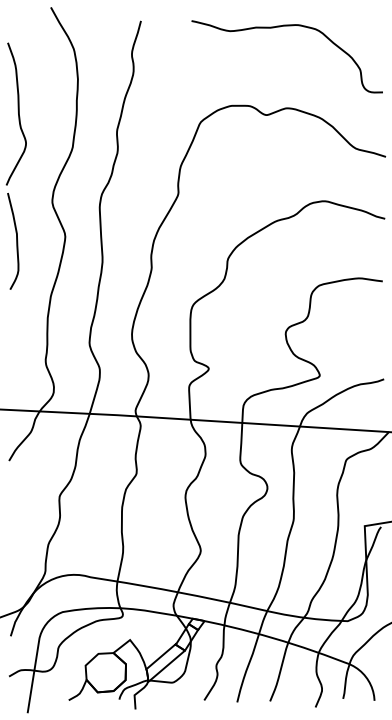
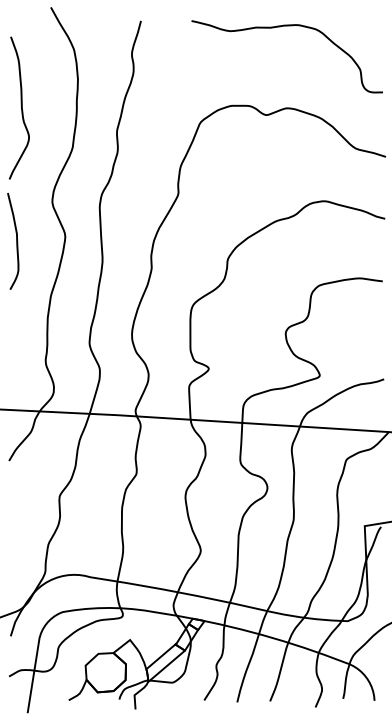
curve at (17, 111) position: (17, 111) -> (20, 105)
